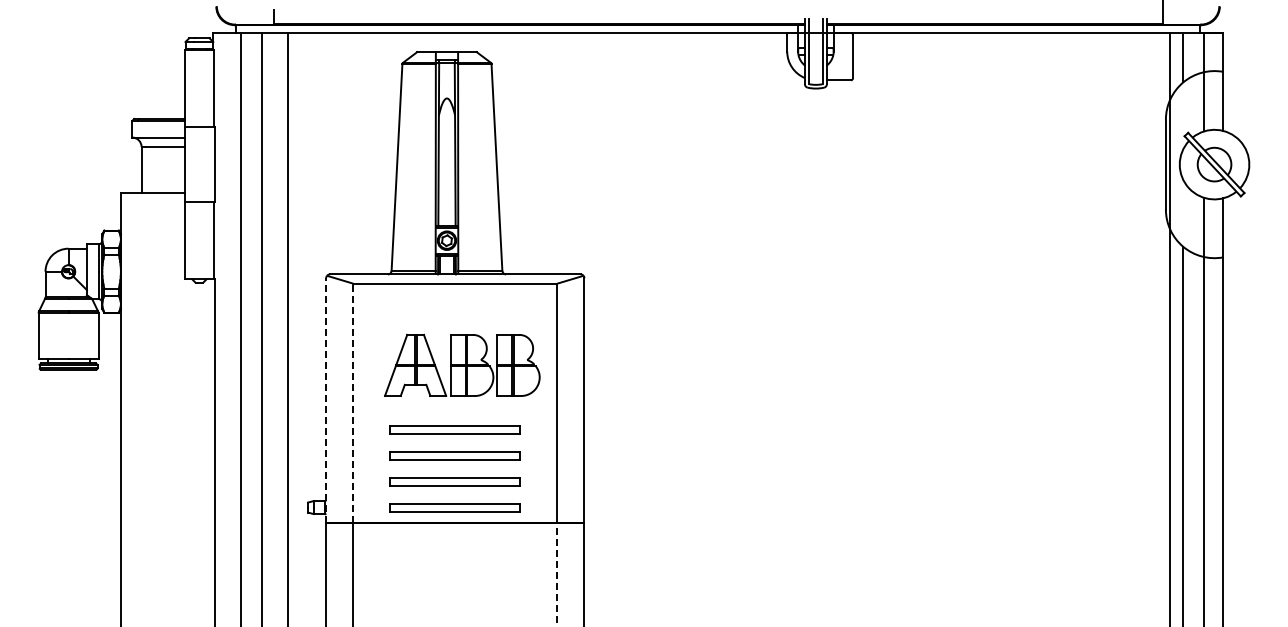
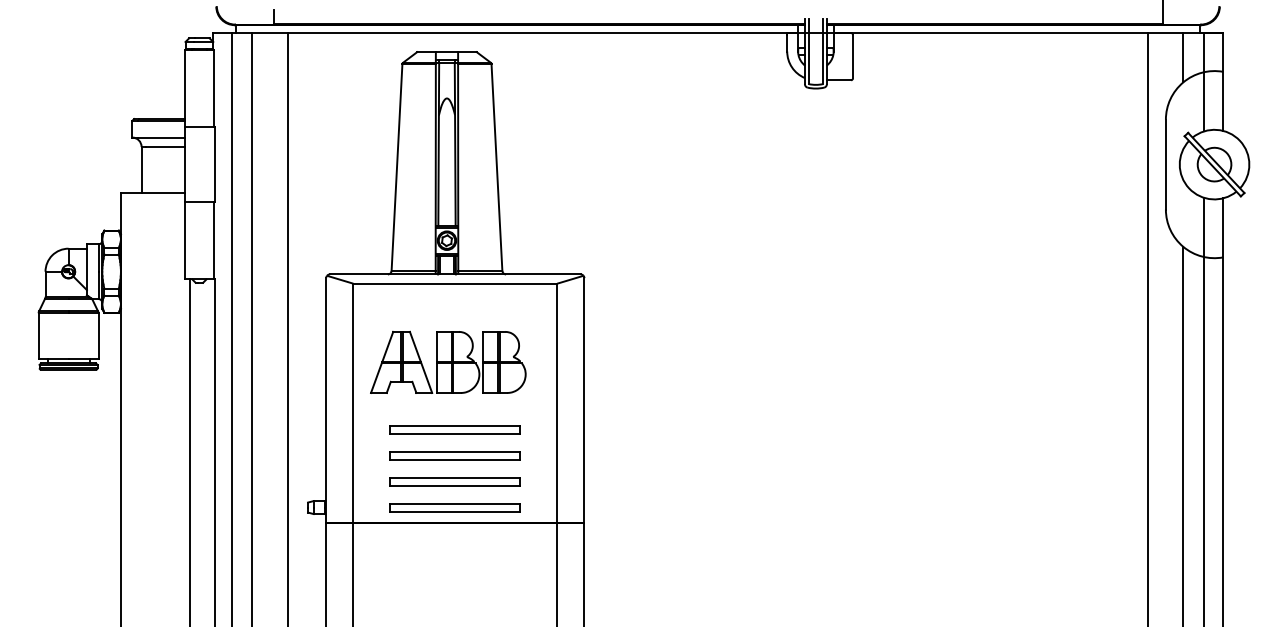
line at (240, 328) position: (240, 328) -> (231, 328)
line at (262, 328) position: (262, 328) -> (252, 328)
line at (1170, 328) position: (1170, 328) -> (1148, 328)
part at (462, 364) position: (462, 364) -> (448, 361)
line at (326, 399): dashed -> solid
line at (353, 402): dashed -> solid
line at (189, 451): none -> present
line at (557, 574): dashed -> solid
